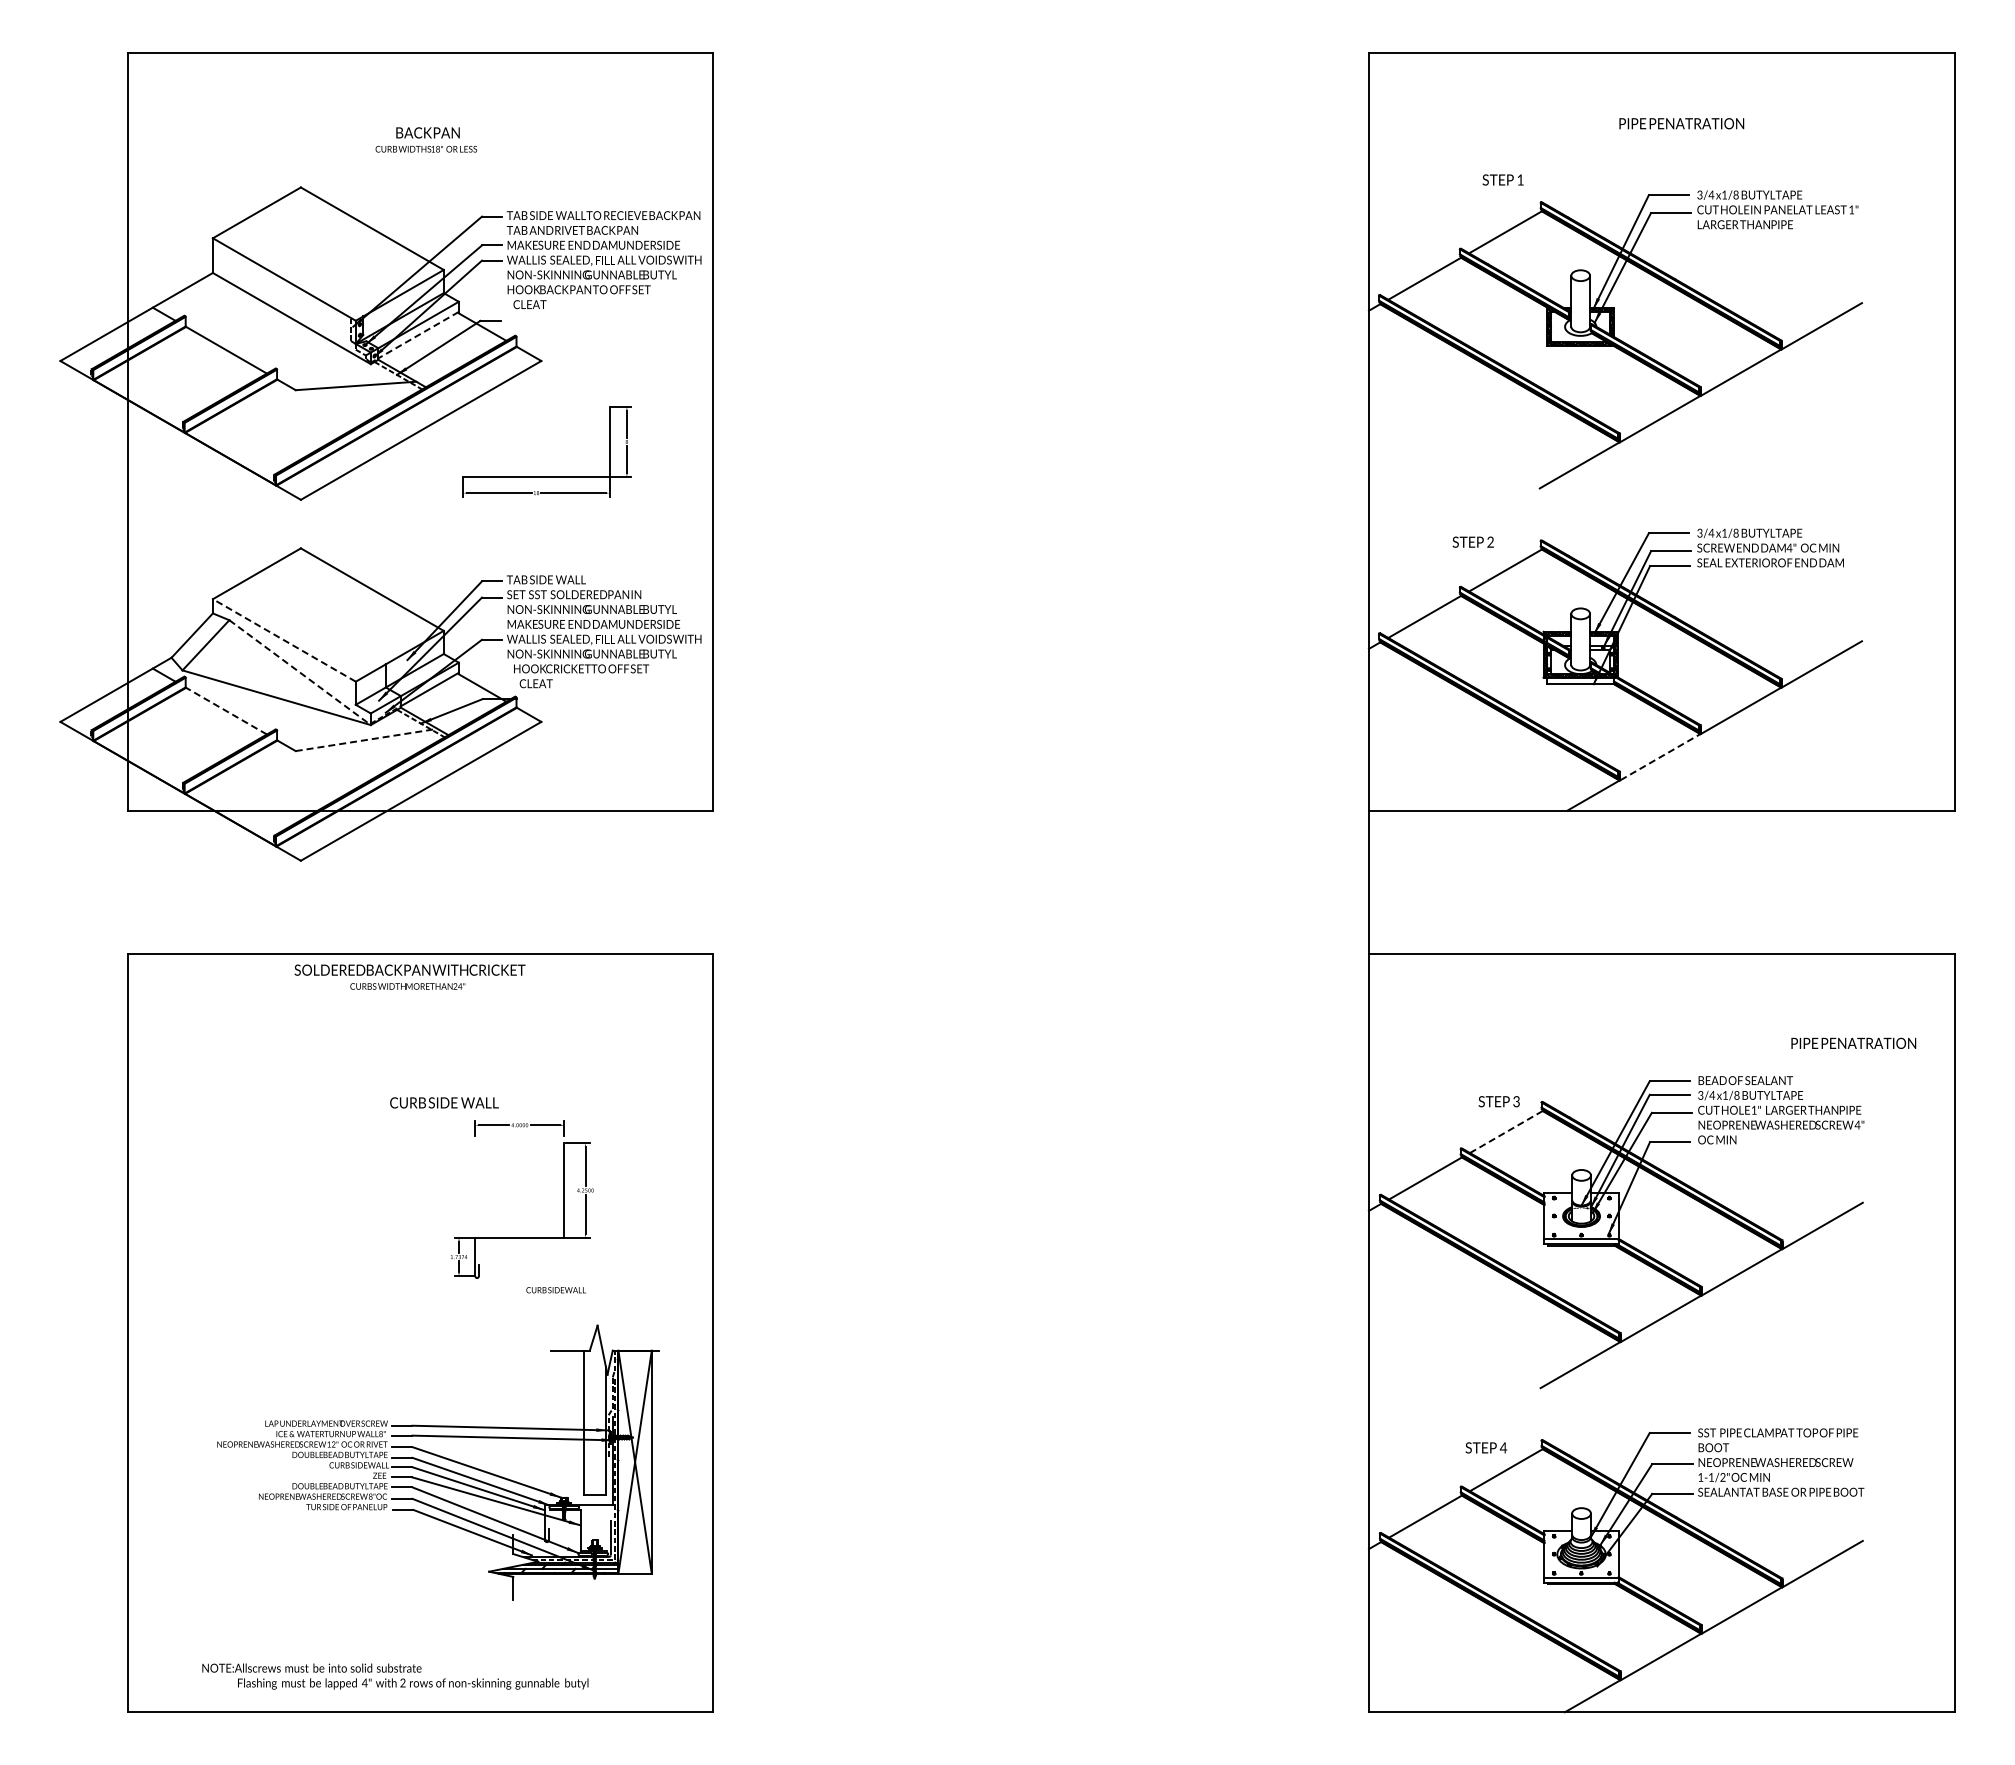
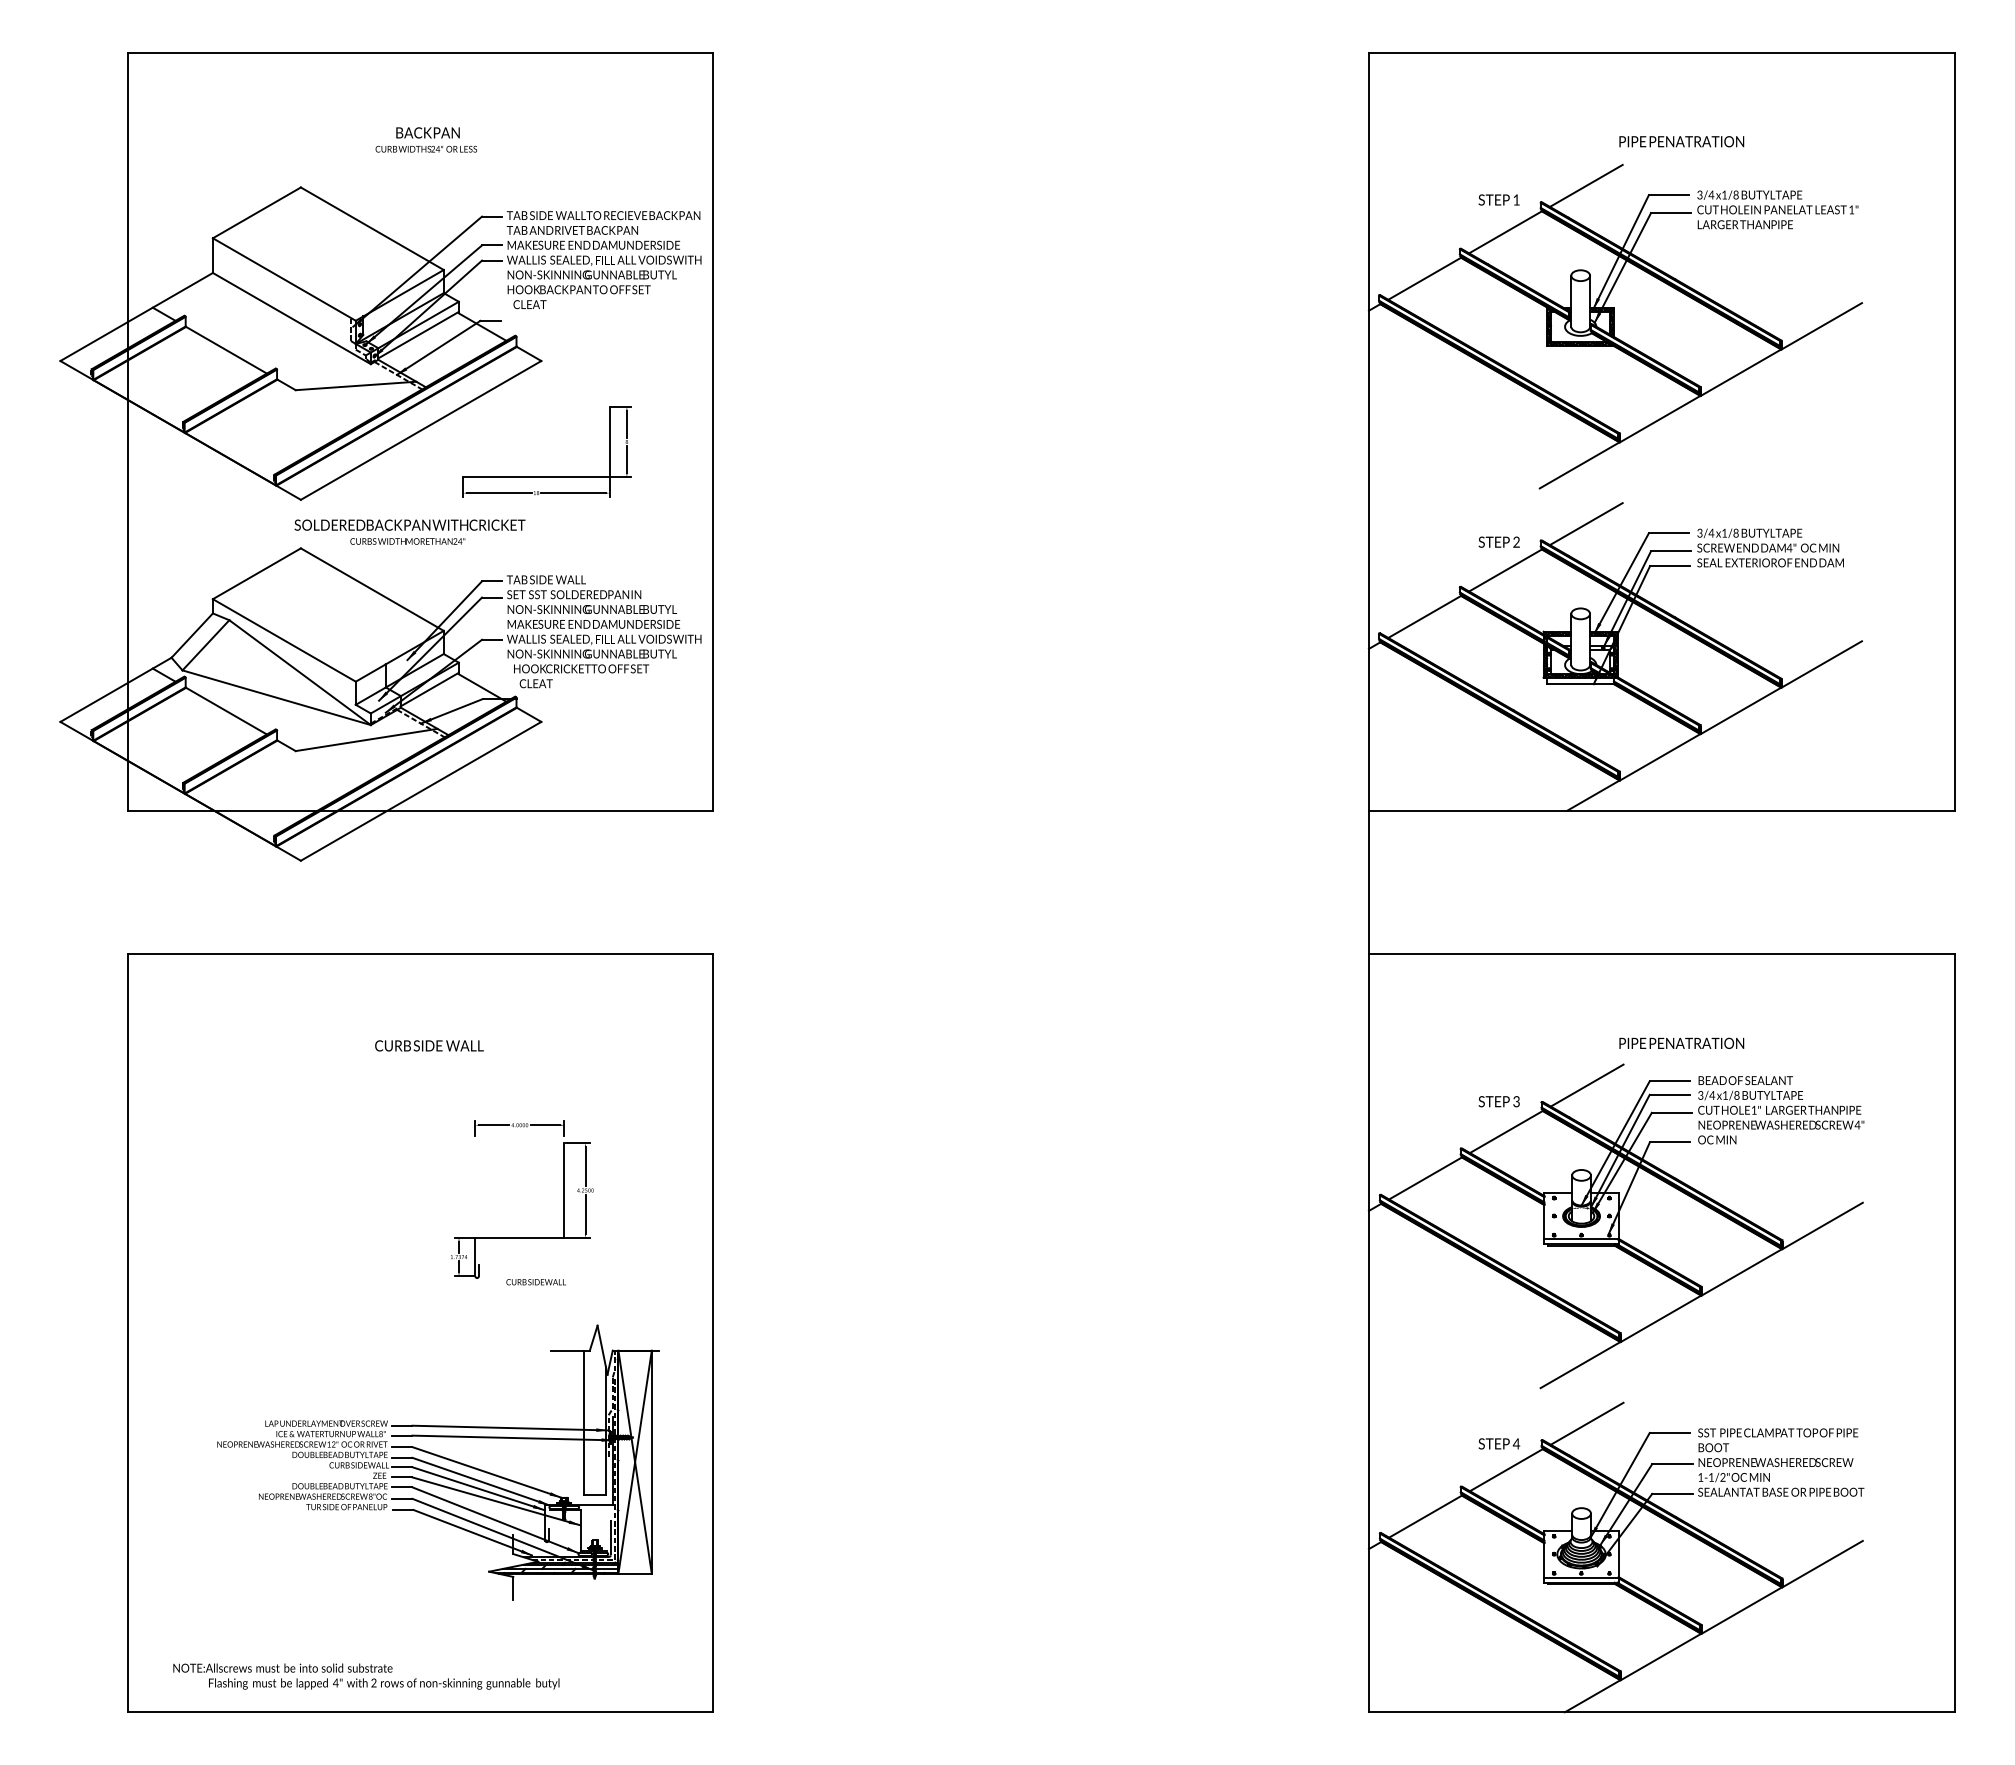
text at (1681, 123) position: (1681, 123) -> (1681, 141)
text at (435, 149): 18" -> 24"
text at (1502, 179) position: (1502, 179) -> (1498, 199)
line at (1585, 185): none -> present
line at (418, 335): dashed -> solid
line at (1585, 524): none -> present
text at (1472, 541) position: (1472, 541) -> (1498, 541)
line at (284, 640): dashed -> solid
line at (300, 672): dashed -> solid
line at (226, 711): dashed -> solid
line at (366, 739): dashed -> solid
line at (1660, 756): dashed -> solid
text at (409, 976) position: (409, 976) -> (409, 531)
text at (1853, 1042) position: (1853, 1042) -> (1681, 1042)
line at (1586, 1085): none -> present
text at (444, 1102) position: (444, 1102) -> (429, 1045)
line at (1506, 1132): dashed -> solid
text at (555, 1290) position: (555, 1290) -> (535, 1282)
line at (1586, 1423): none -> present
text at (1486, 1447) position: (1486, 1447) -> (1499, 1443)
text at (395, 1676) position: (395, 1676) -> (366, 1676)
